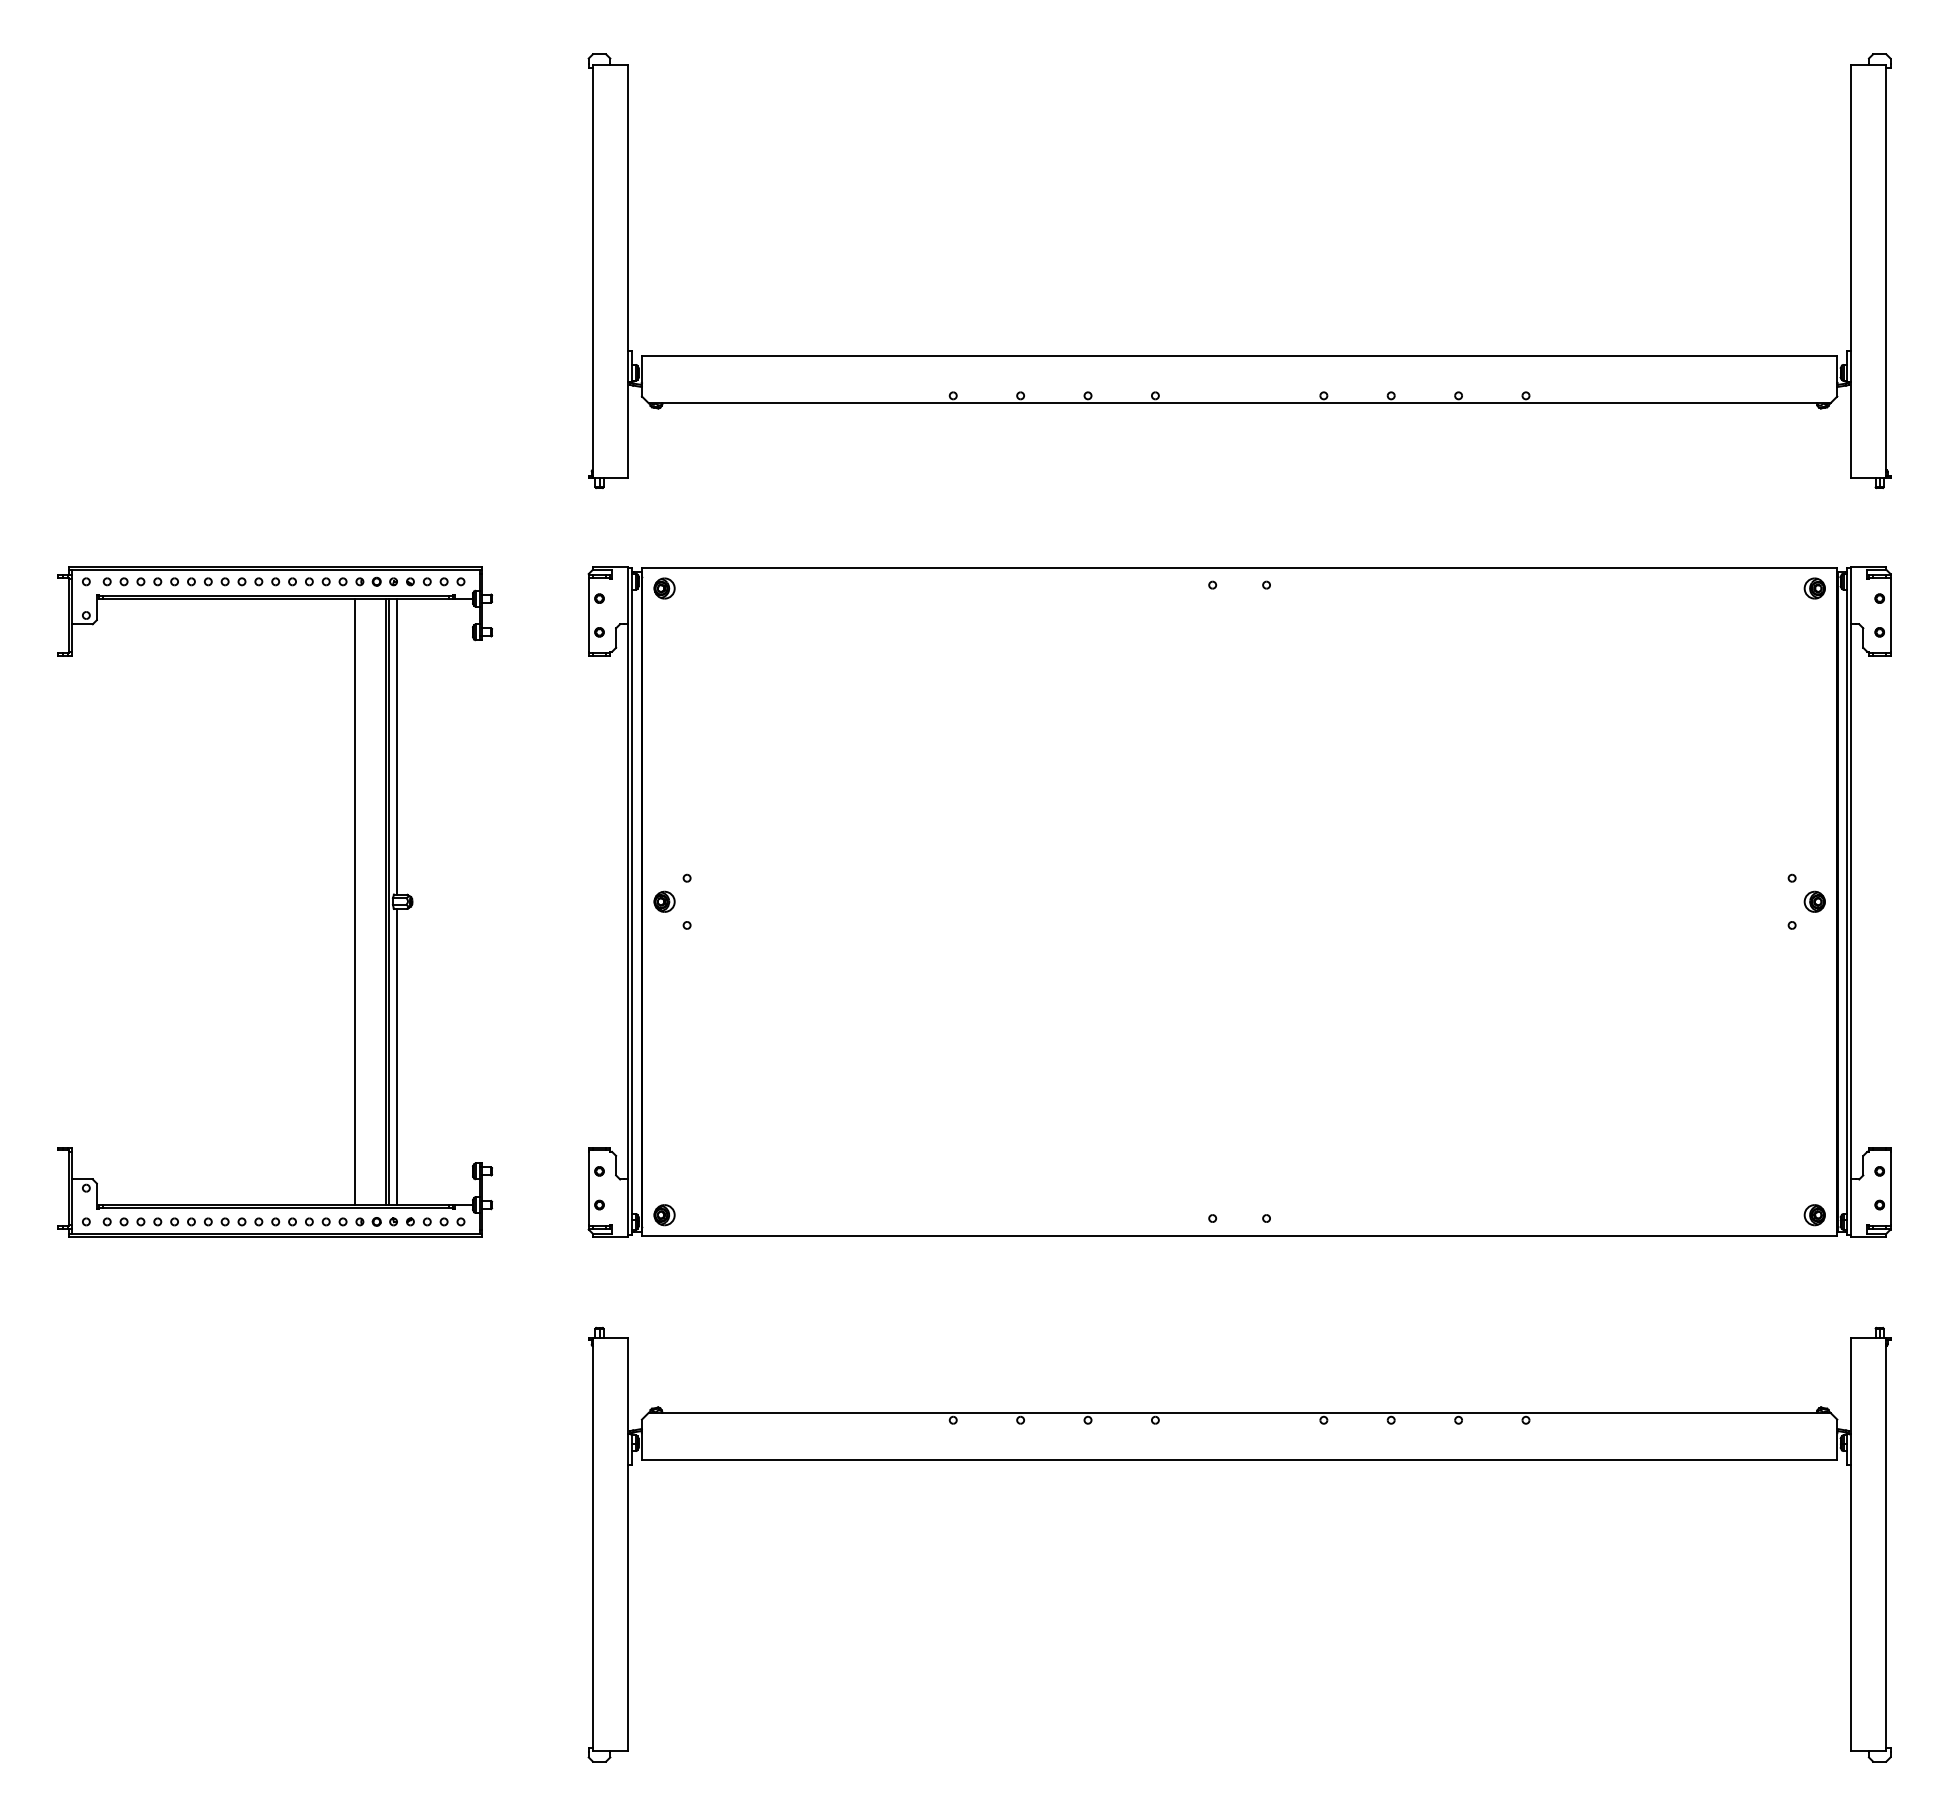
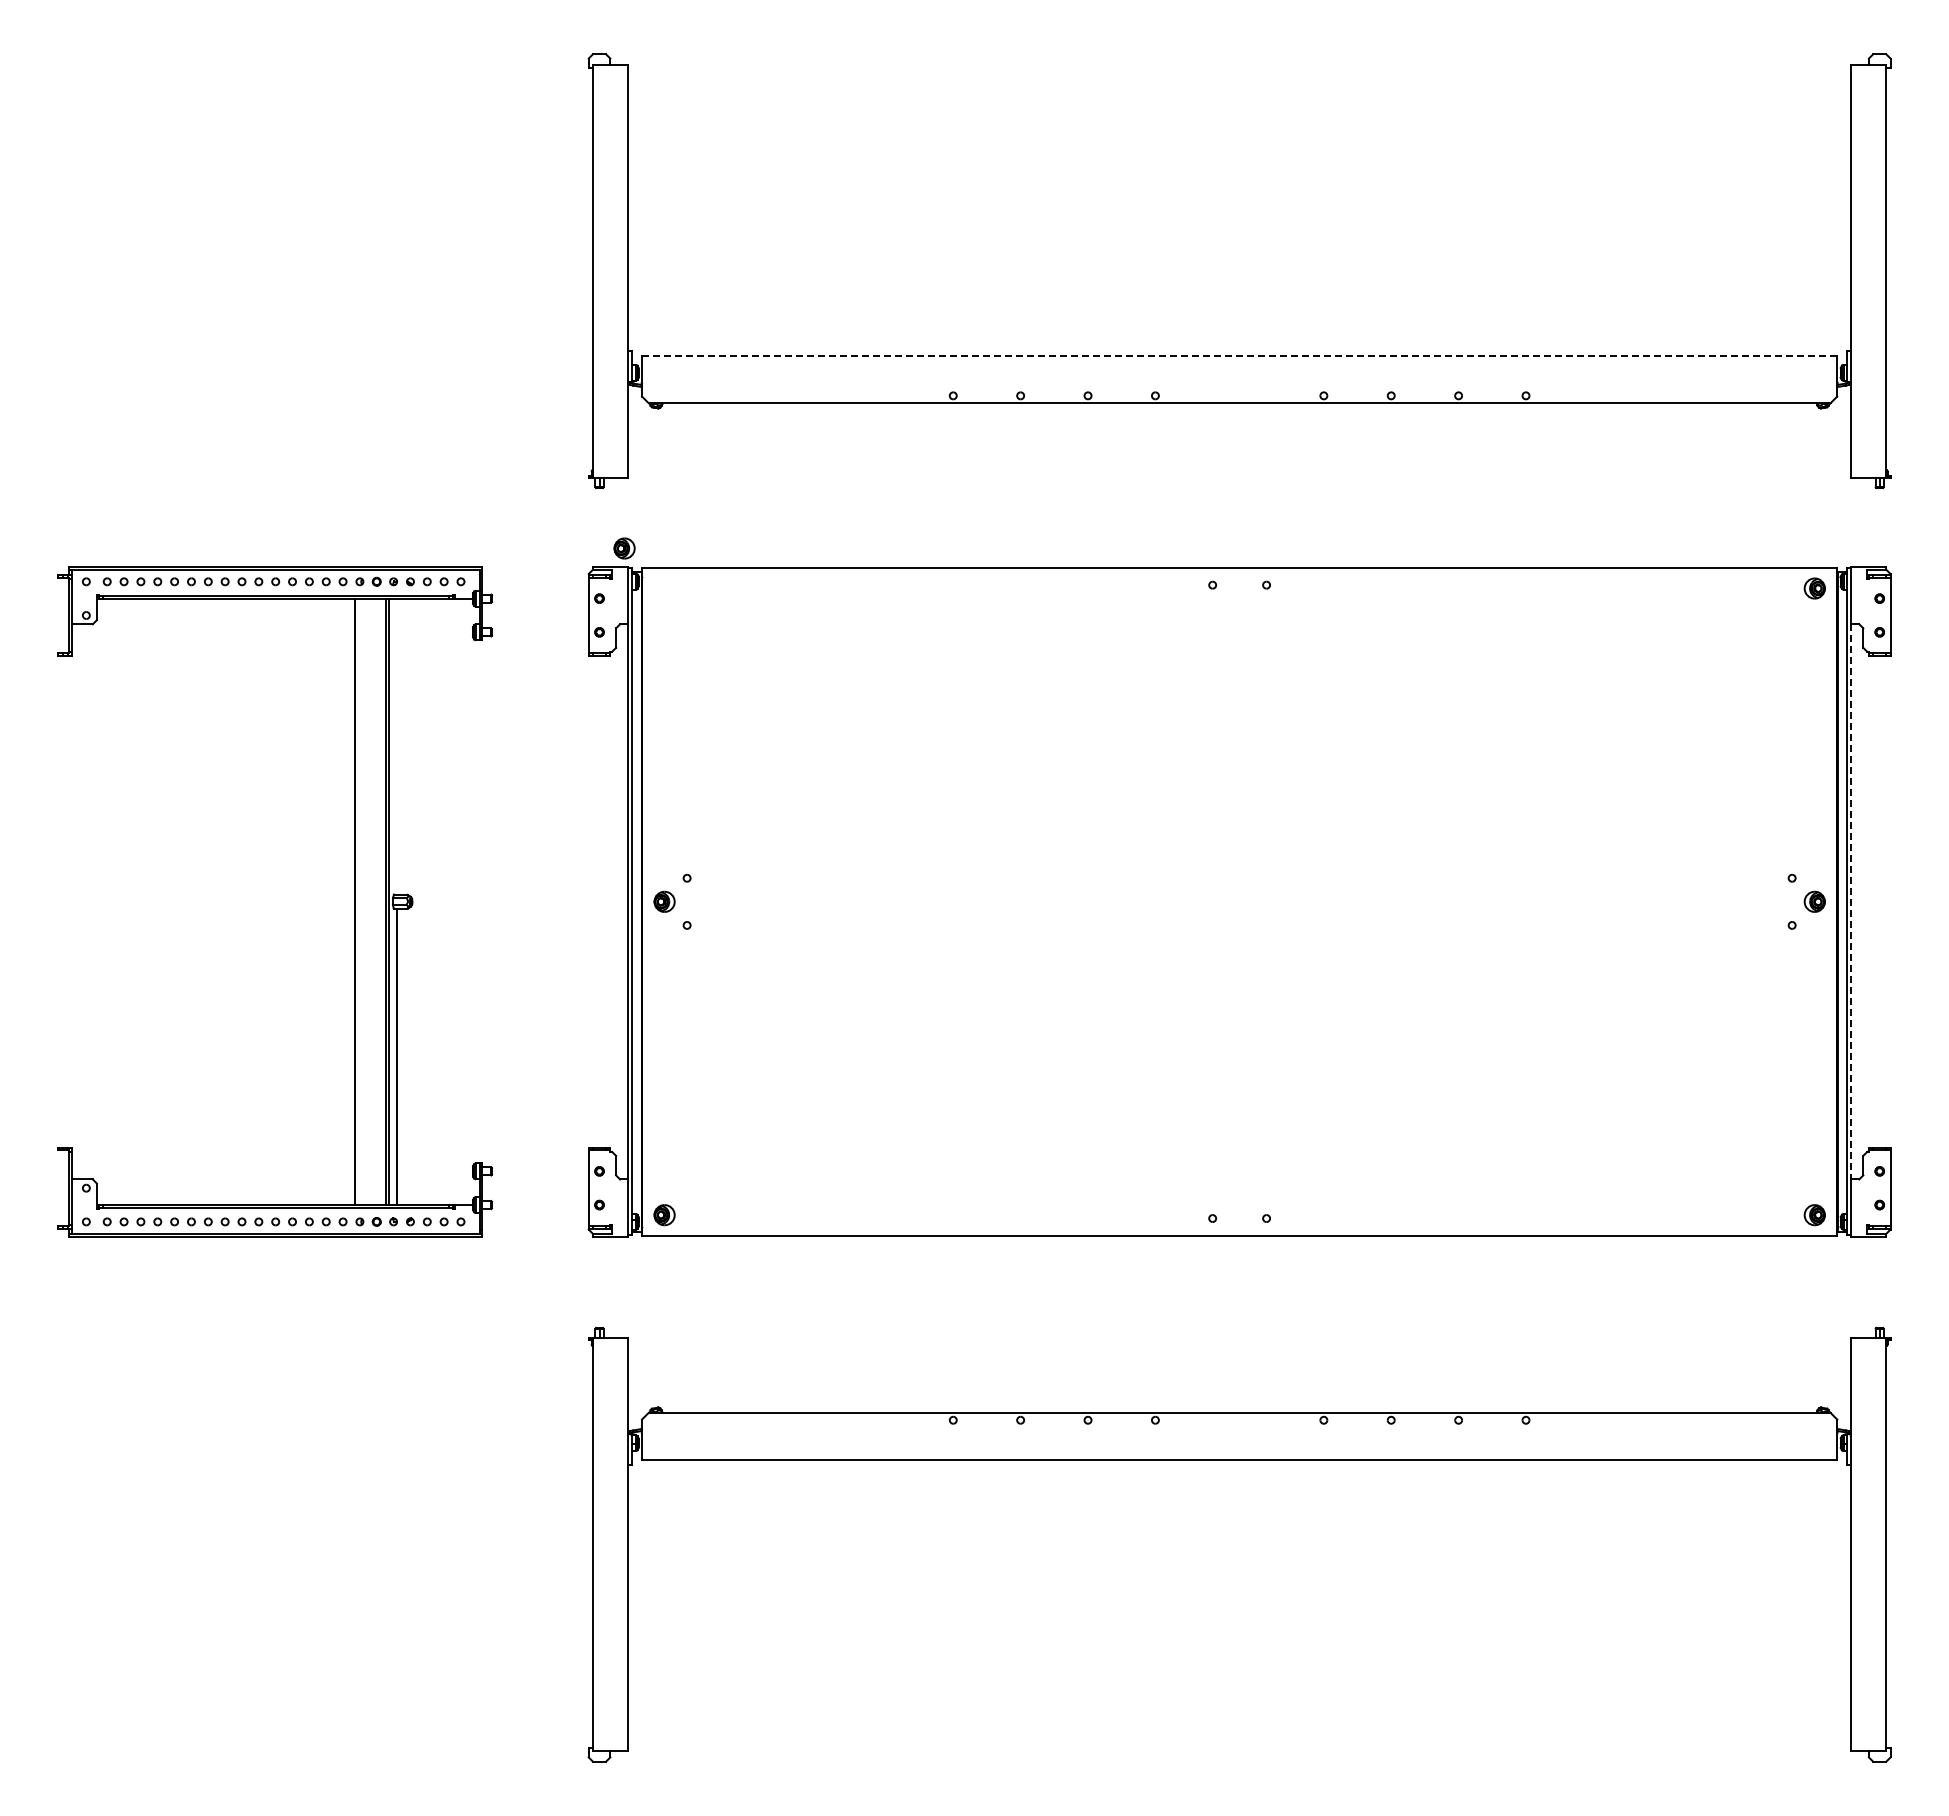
line at (1239, 356): solid -> dashed
part at (664, 588) position: (664, 588) -> (624, 548)
line at (397, 746): present -> none
line at (1851, 901): solid -> dashed
